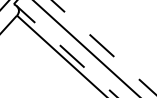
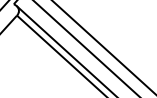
line at (104, 48): dashed -> solid
line at (66, 51): dashed -> solid
